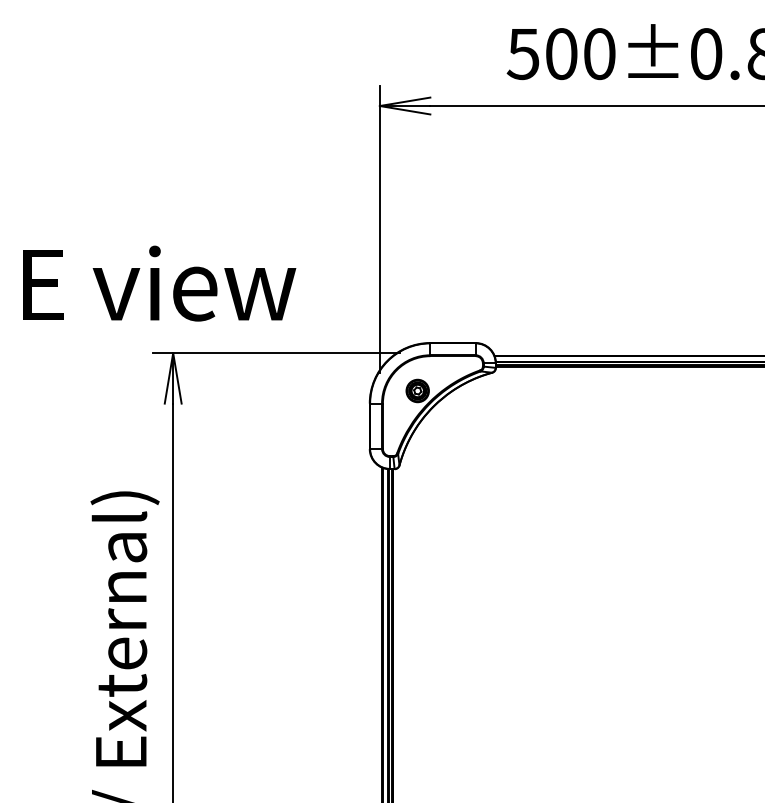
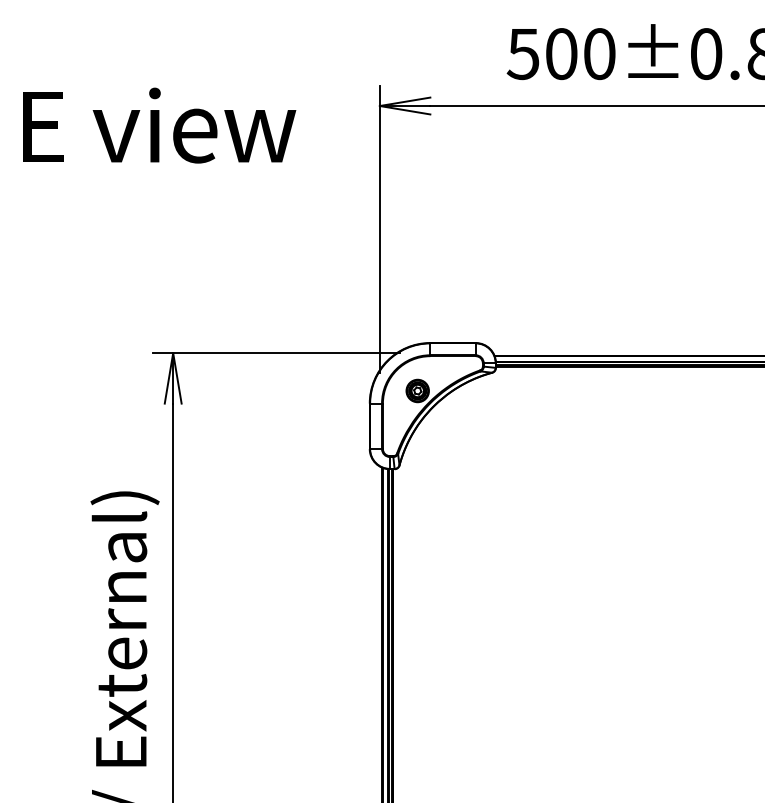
text at (159, 283) position: (159, 283) -> (159, 125)
